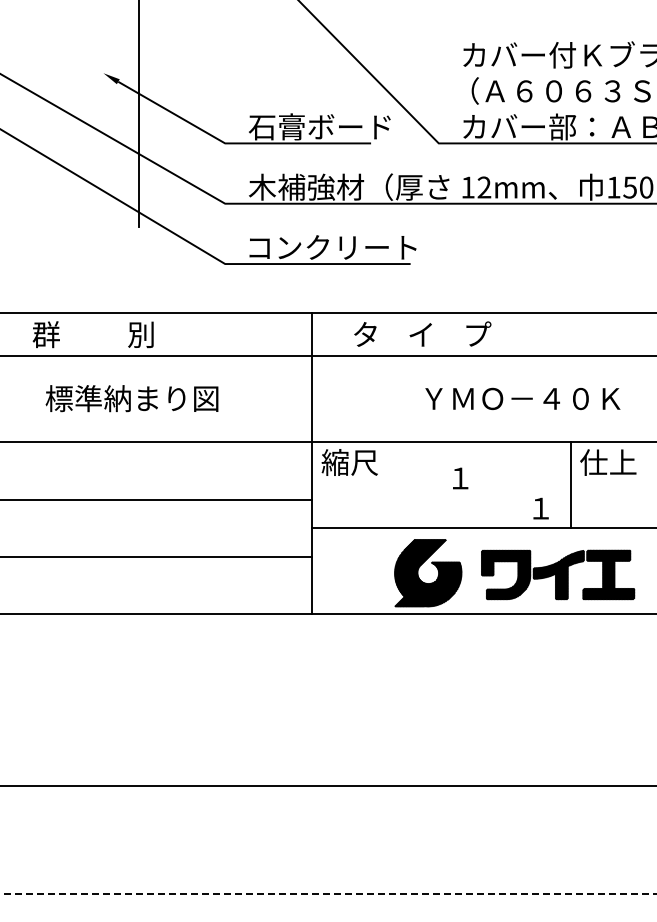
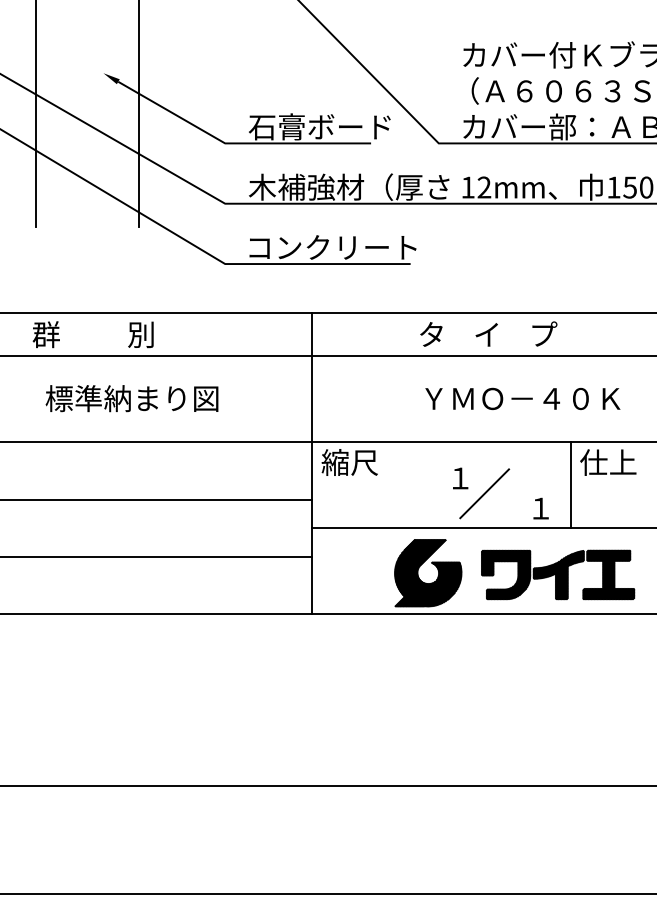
line at (35, 114): none -> present
text at (422, 333) position: (422, 333) -> (488, 333)
line at (484, 493): none -> present
line at (328, 894): dashed -> solid
